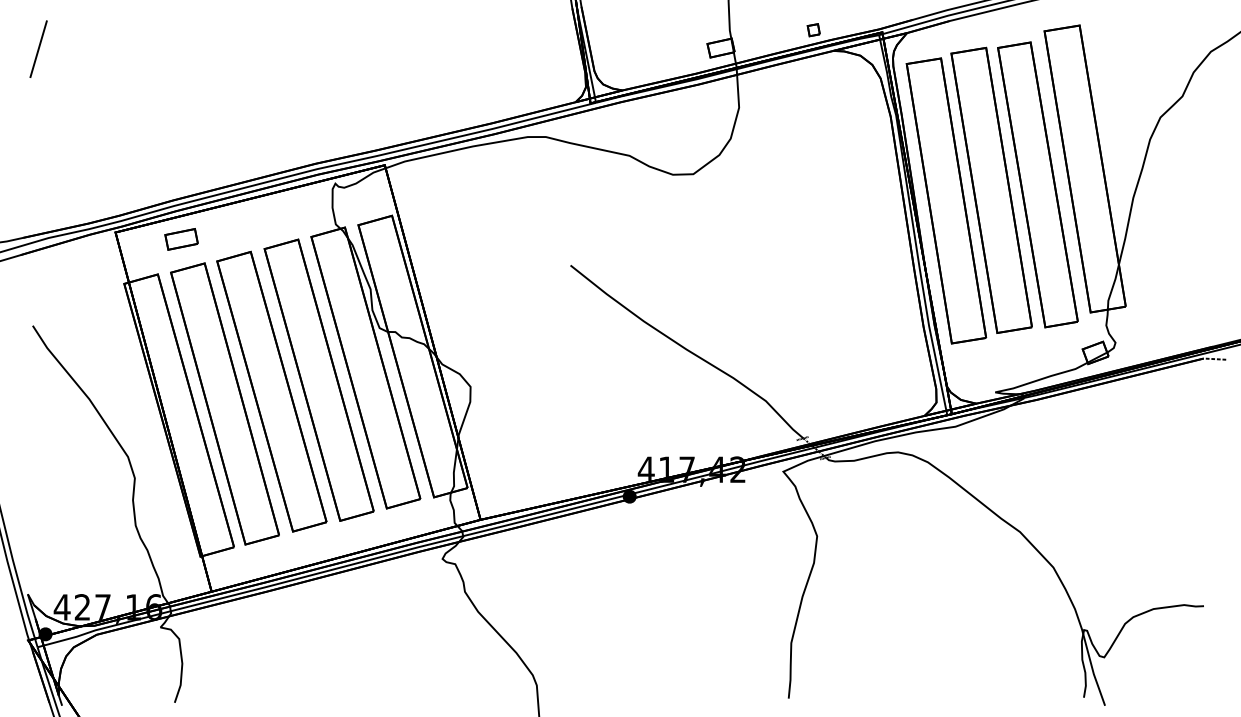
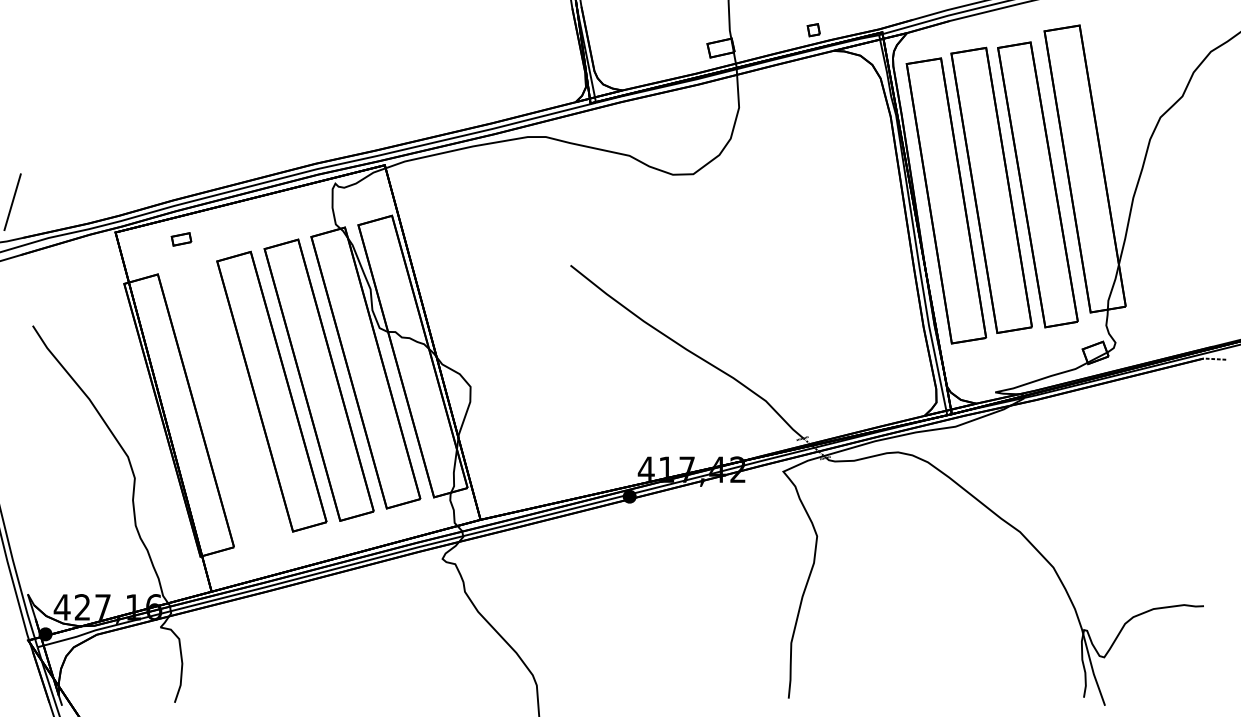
line at (38, 48) position: (38, 48) -> (12, 201)
part at (181, 239) size: 35x23 px -> 23x15 px
part at (224, 403): present -> none
